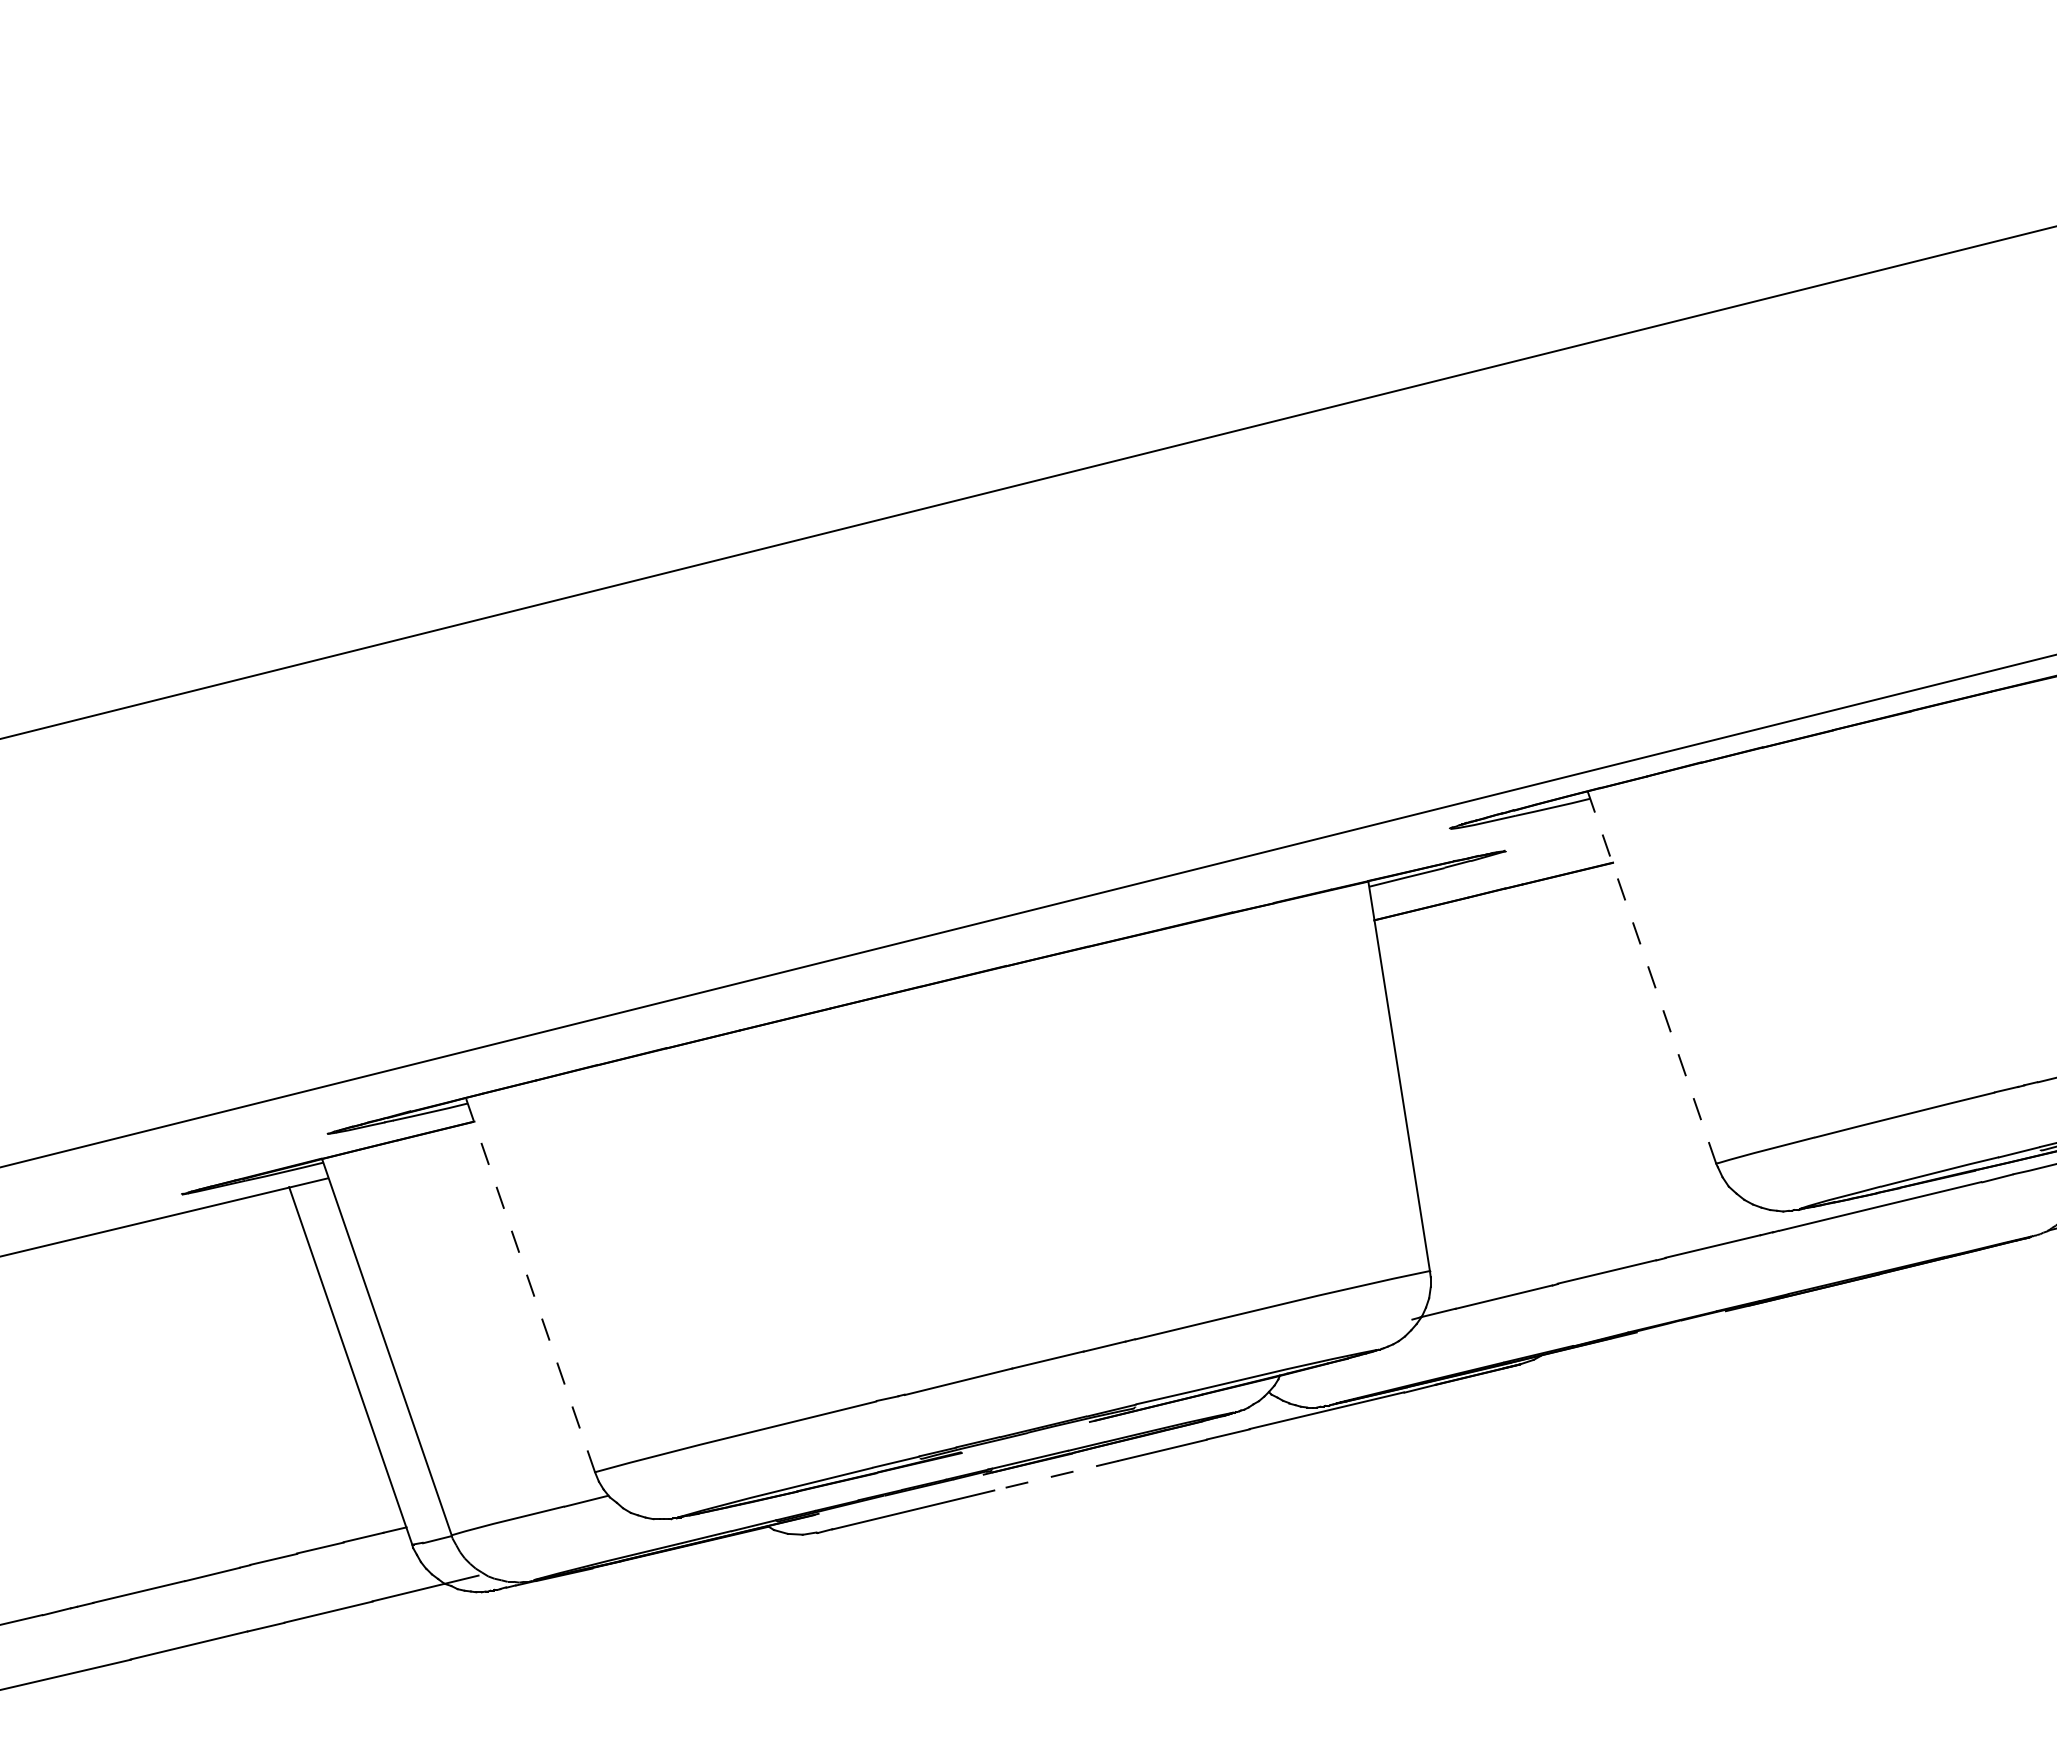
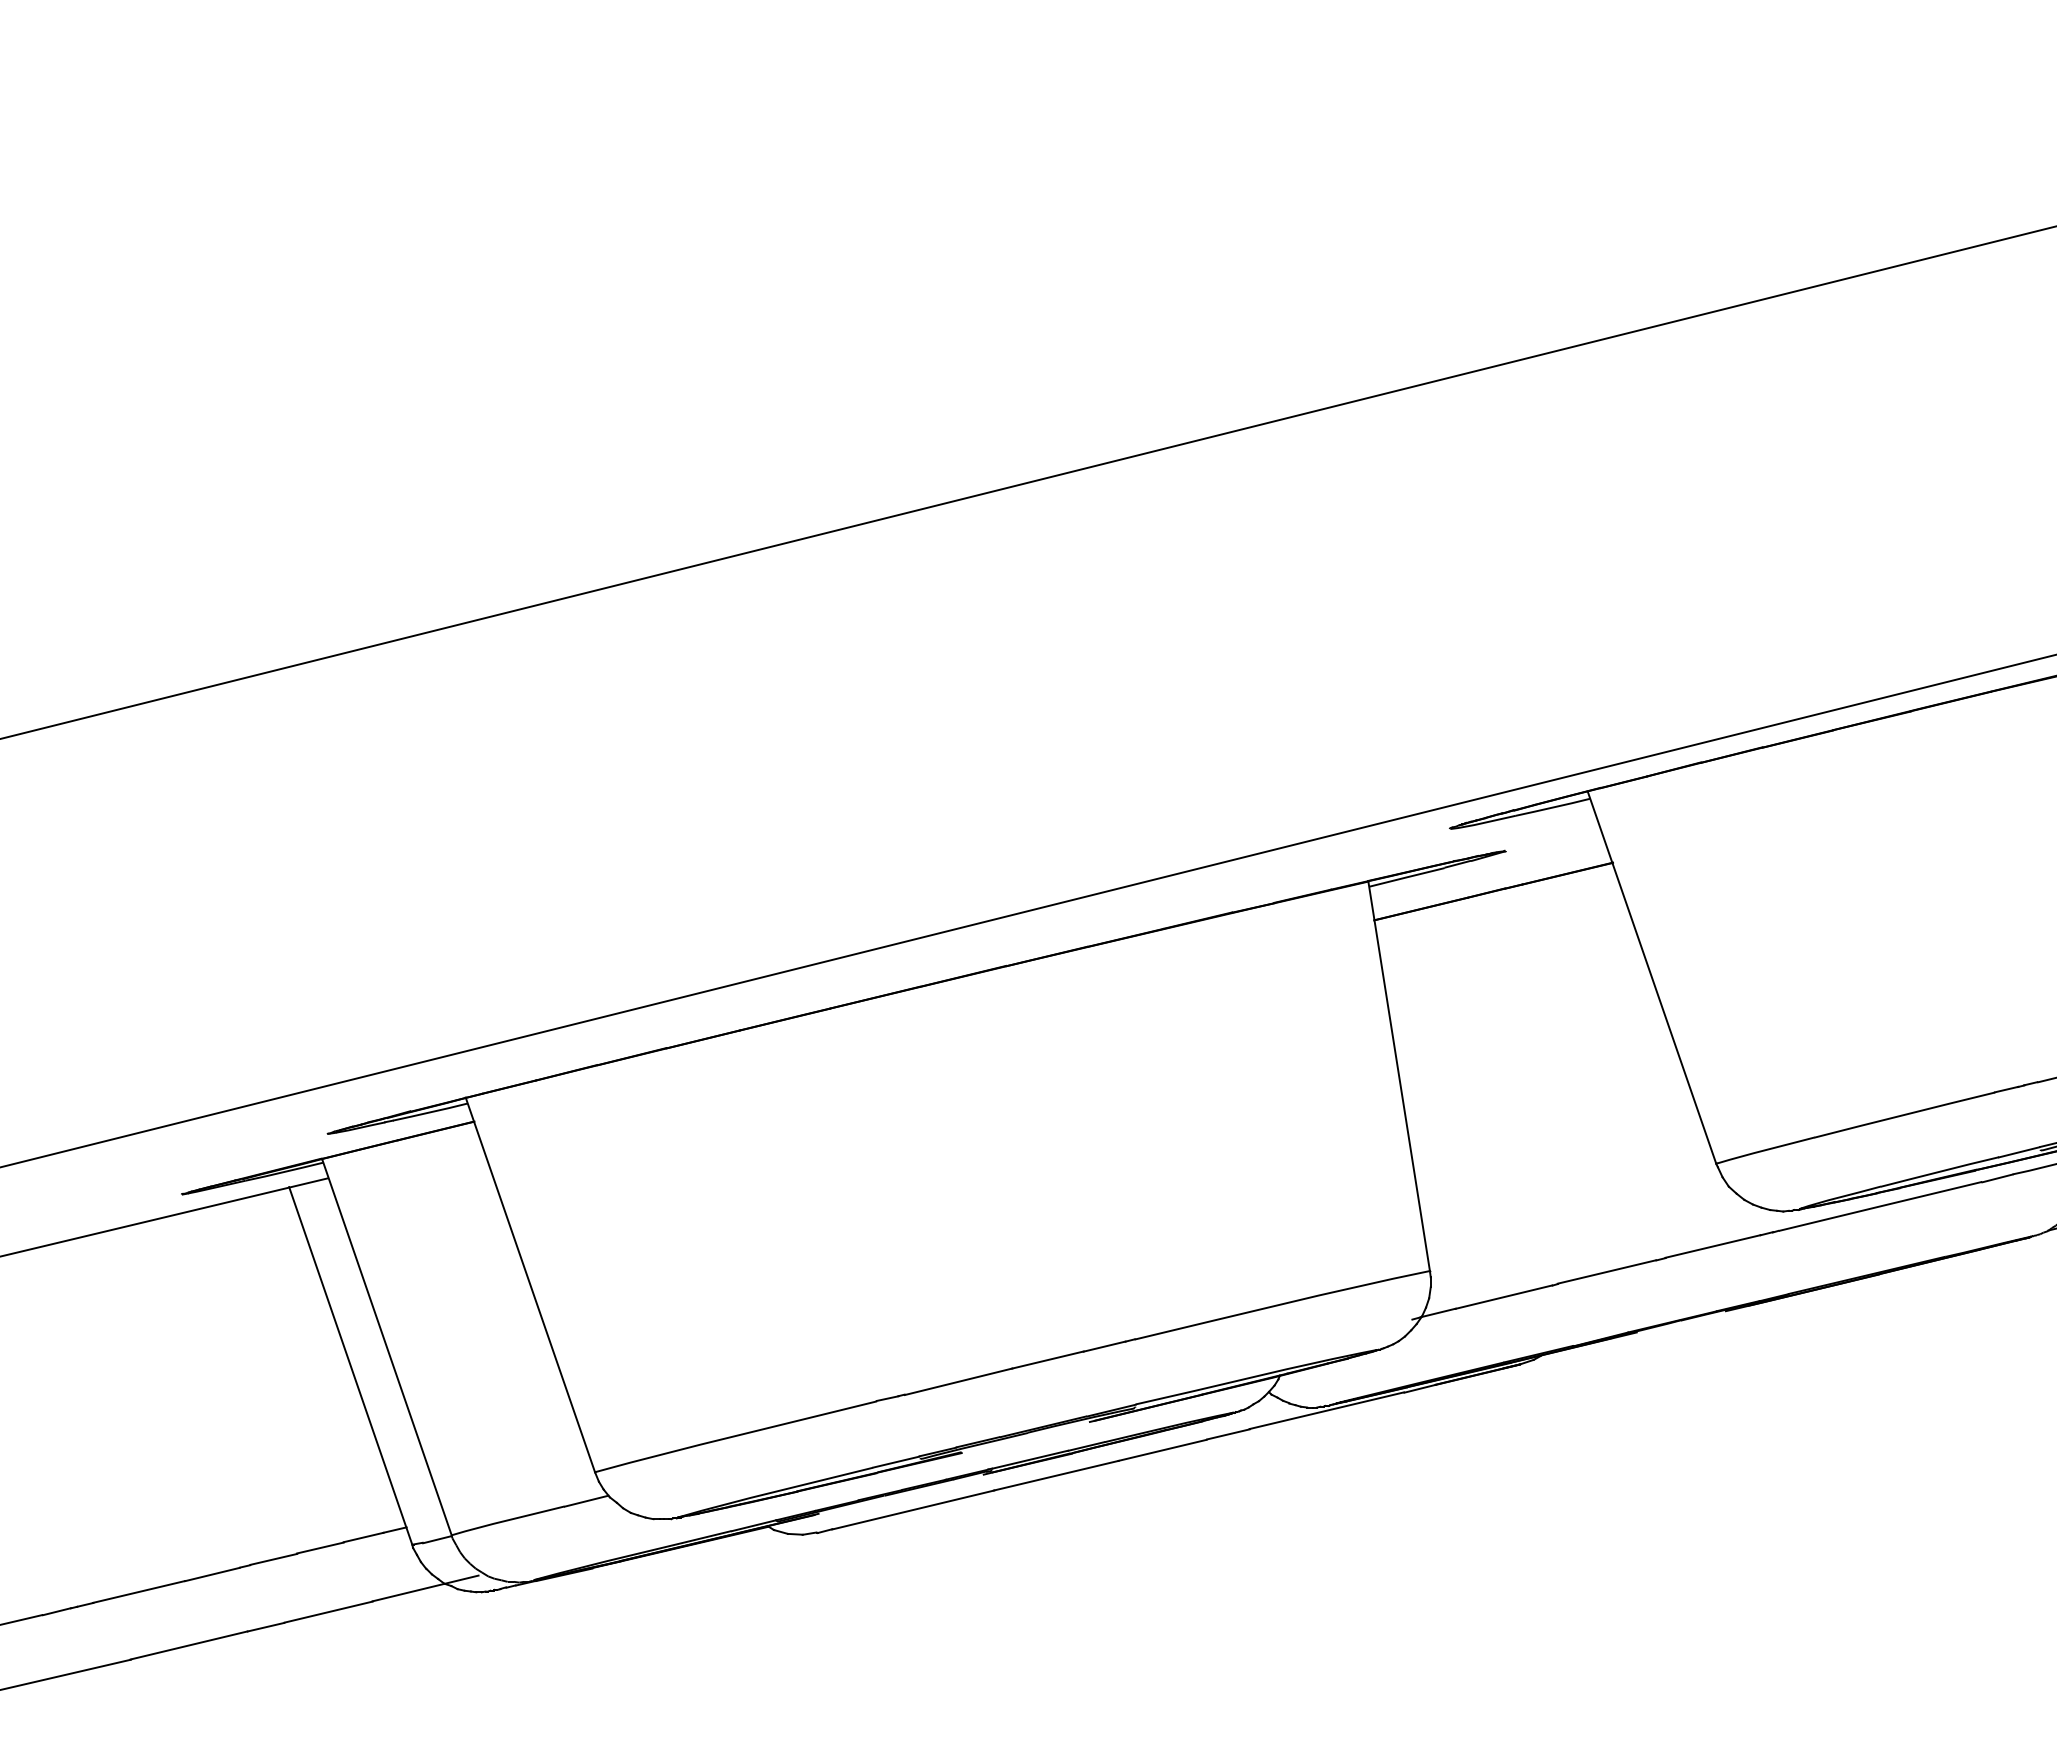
line at (1651, 977): dashed -> solid
line at (530, 1284): dashed -> solid
line at (1055, 1475): dashed -> solid
